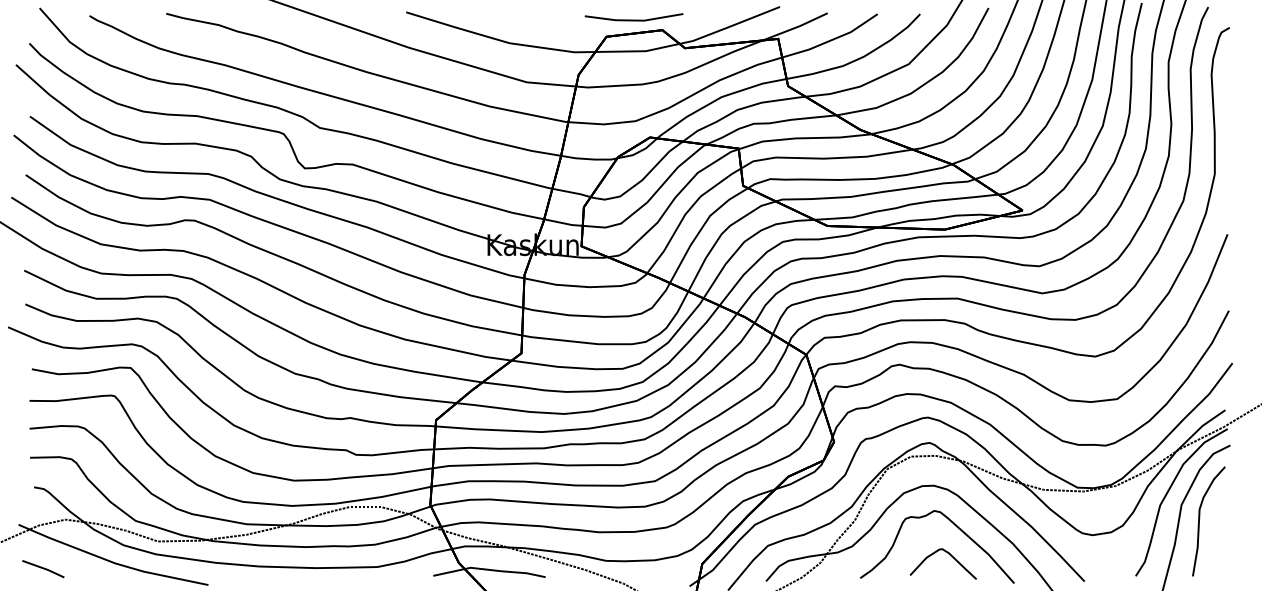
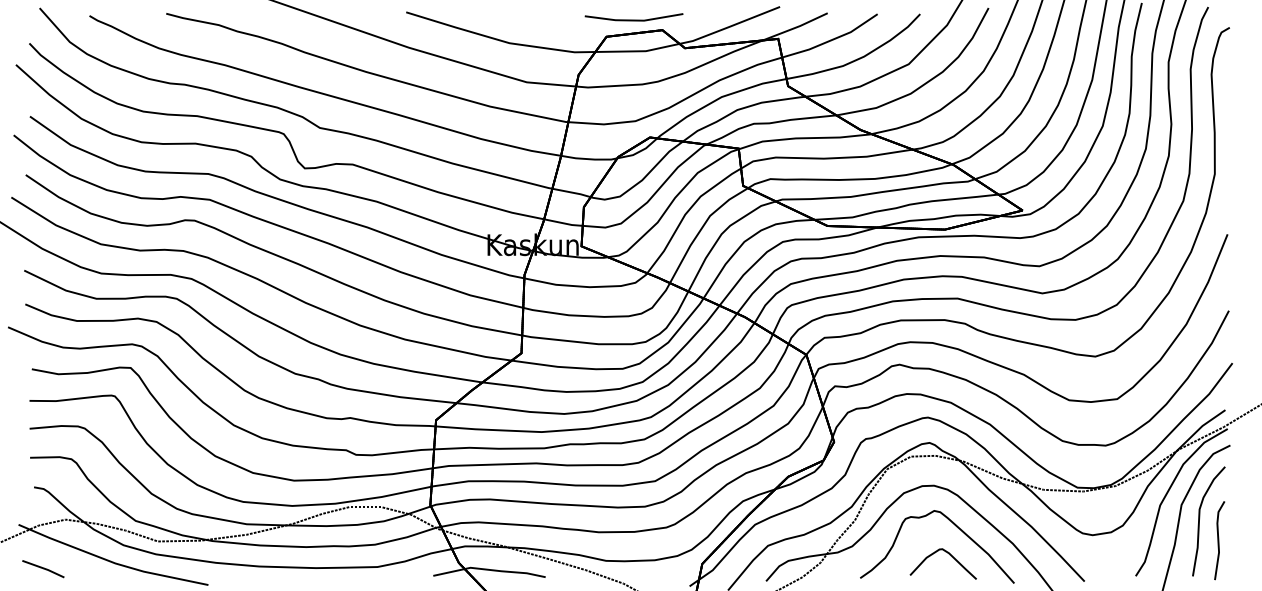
line at (1219, 540): none -> present
